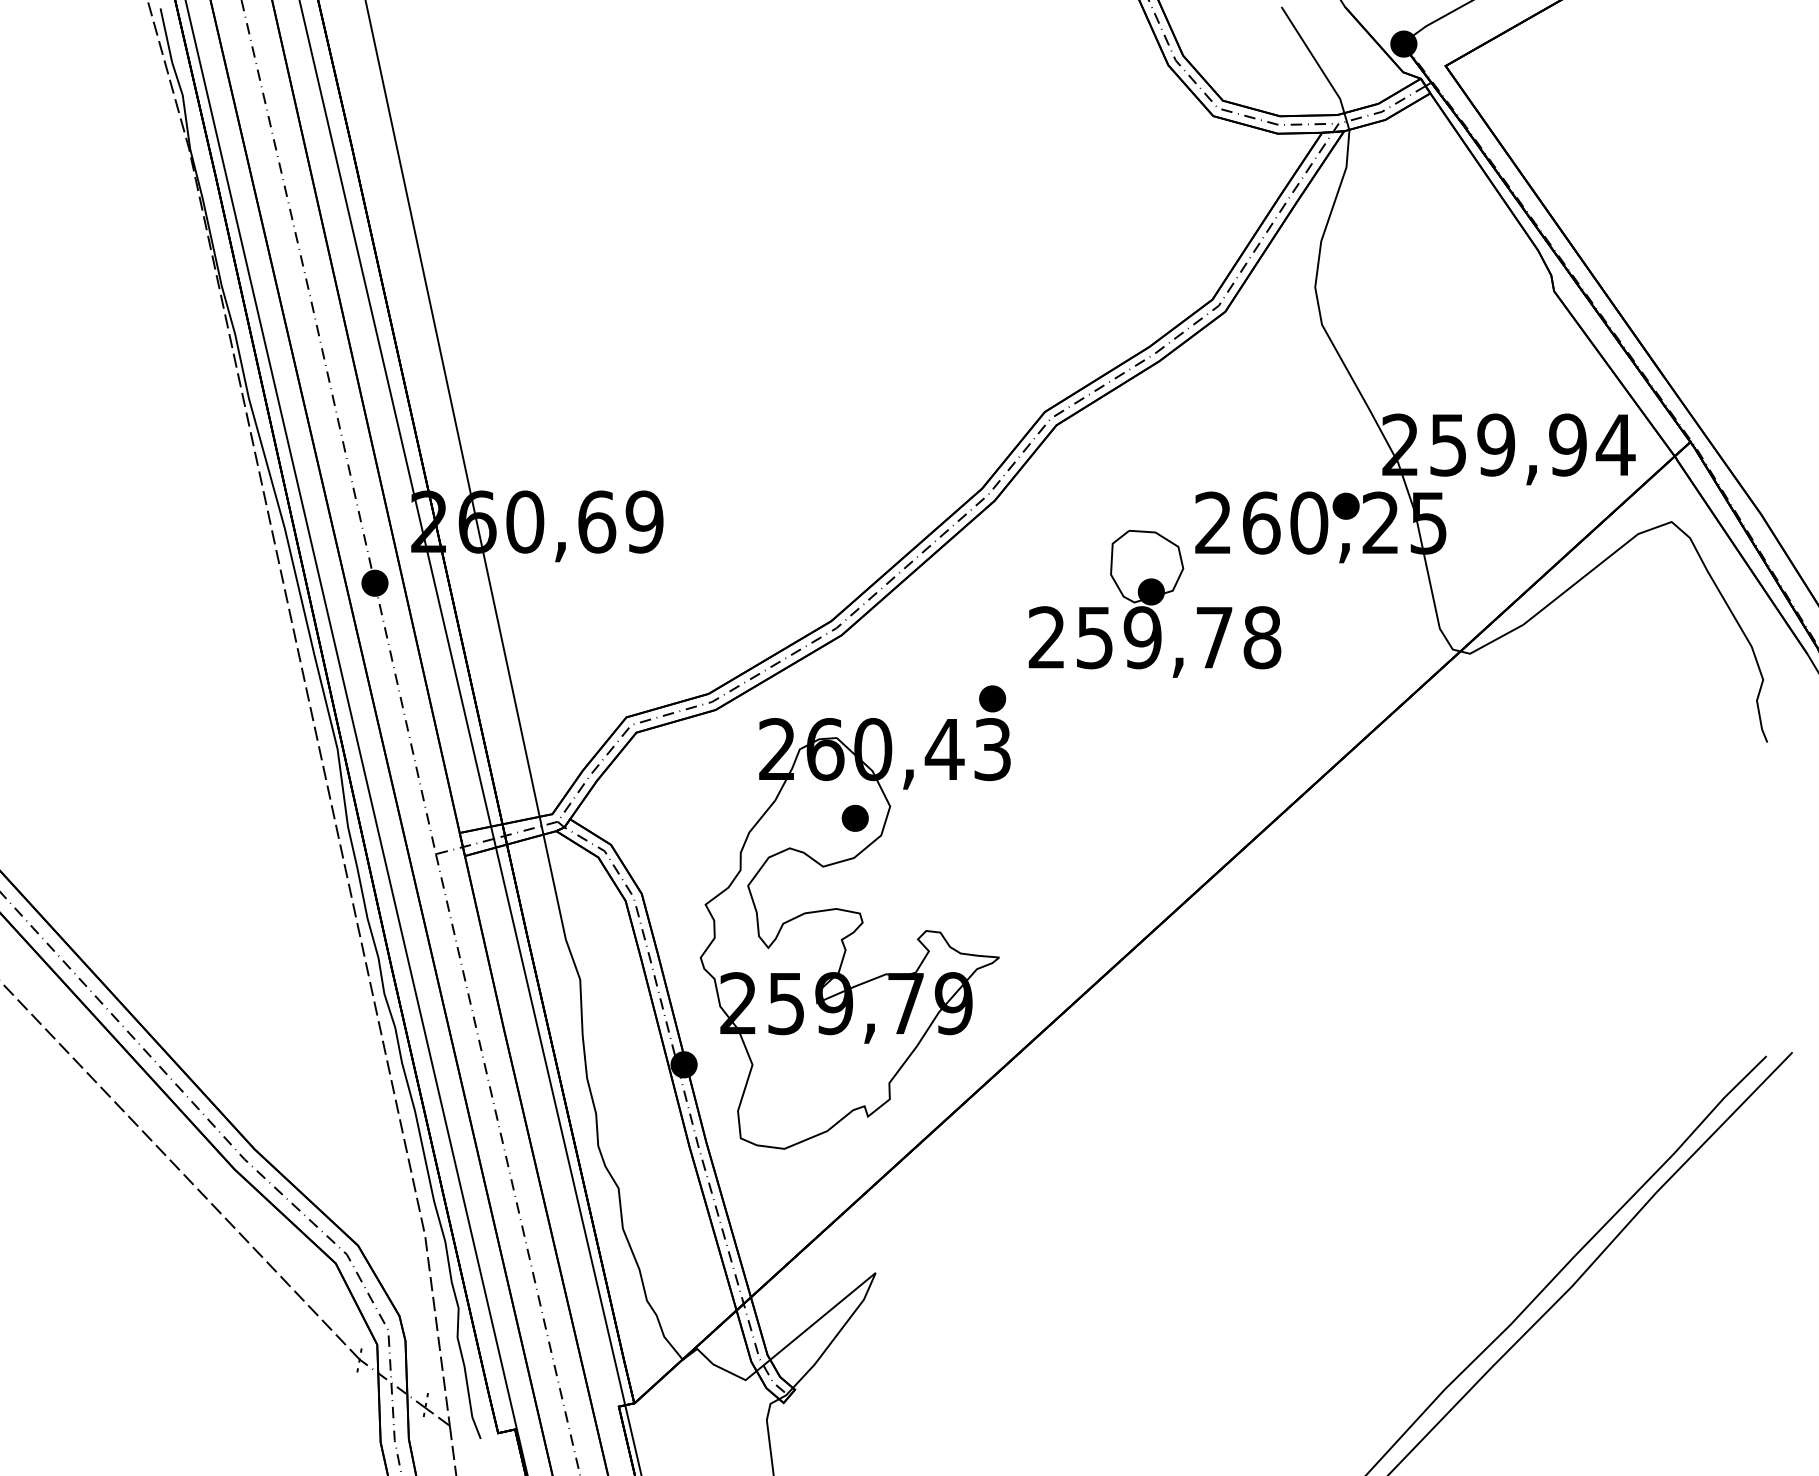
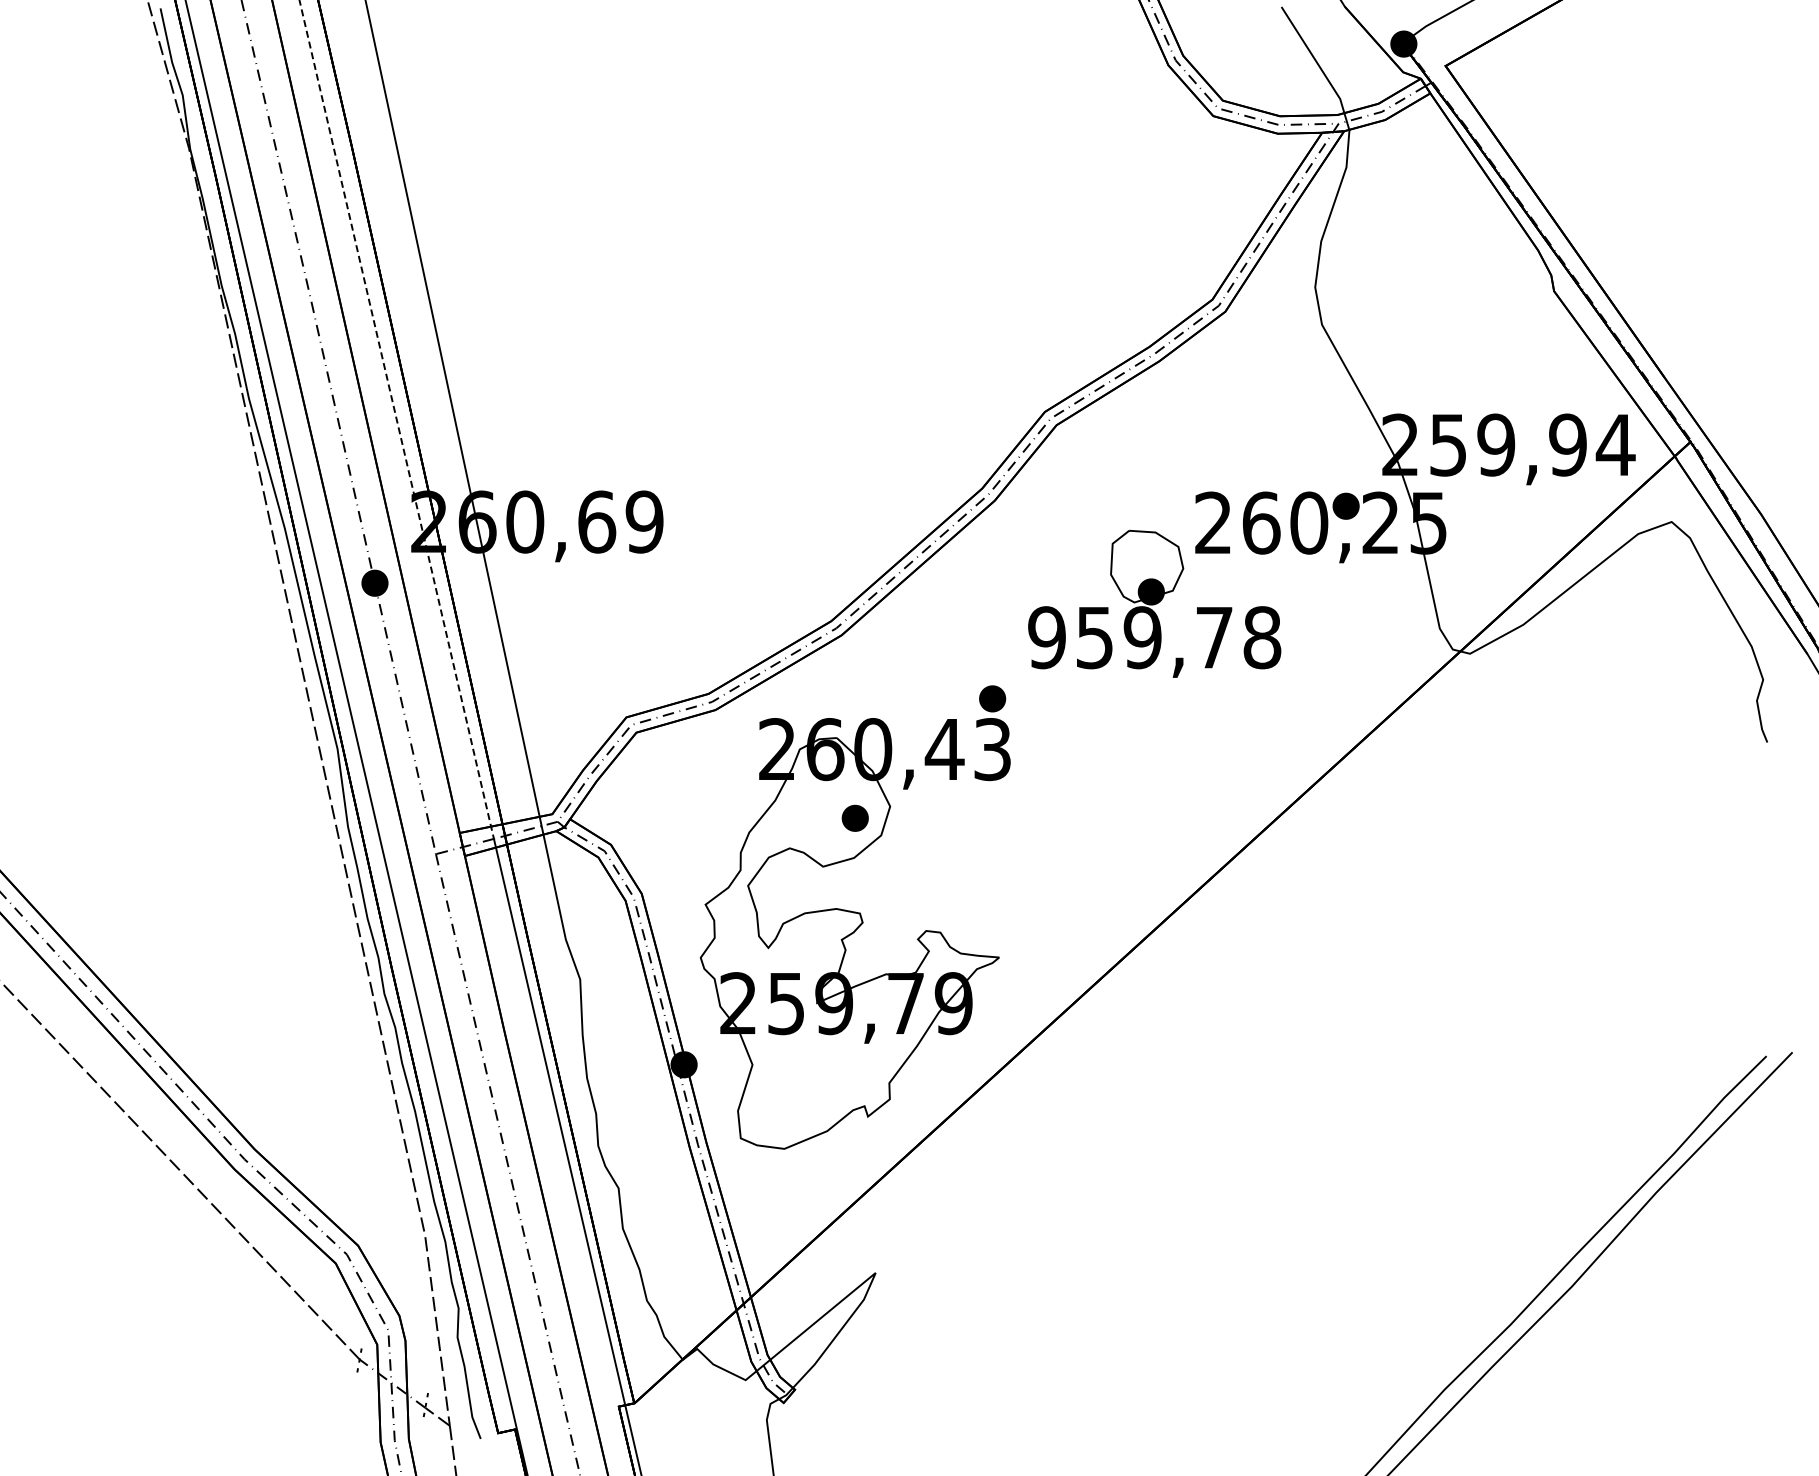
line at (396, 420): solid -> dashed
text at (1046, 637): 259,78 -> 959,78
